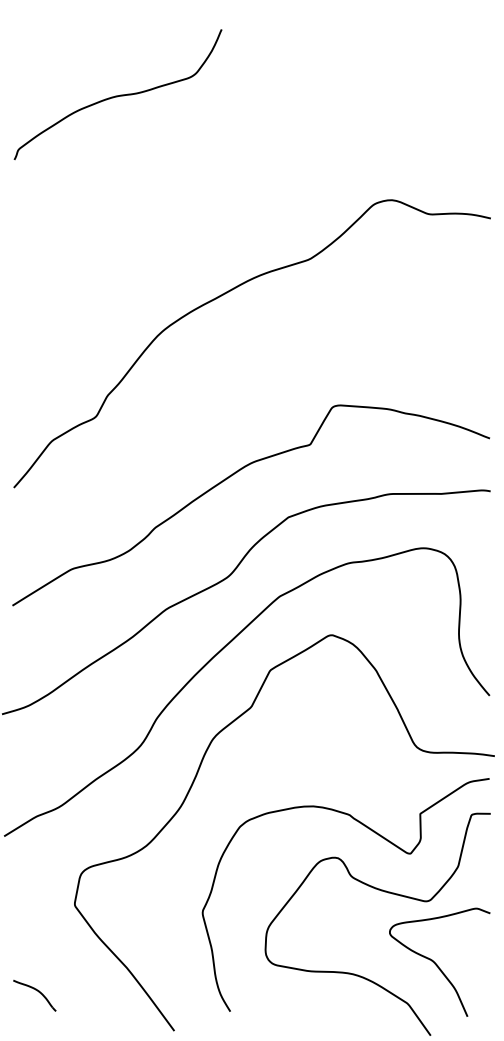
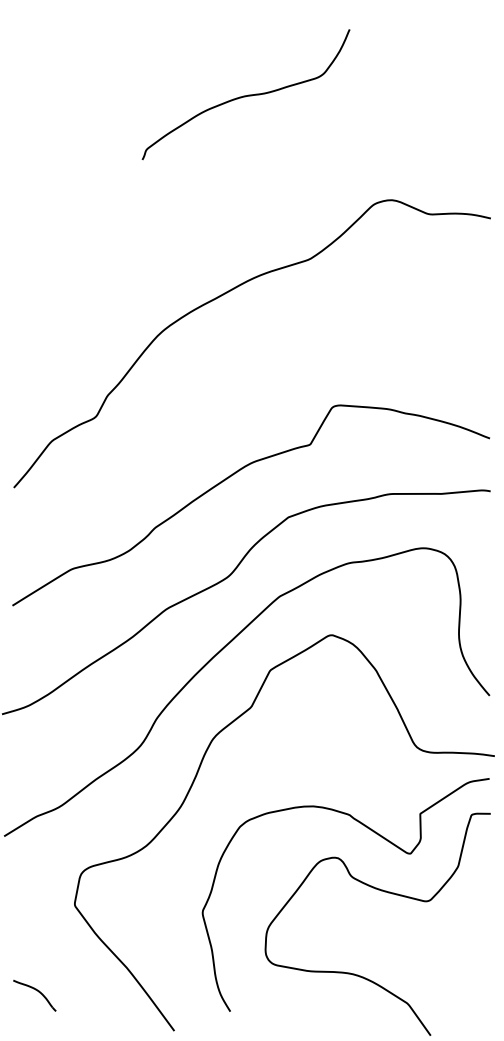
curve at (117, 95) position: (117, 95) -> (245, 95)
curve at (436, 963): present -> none
